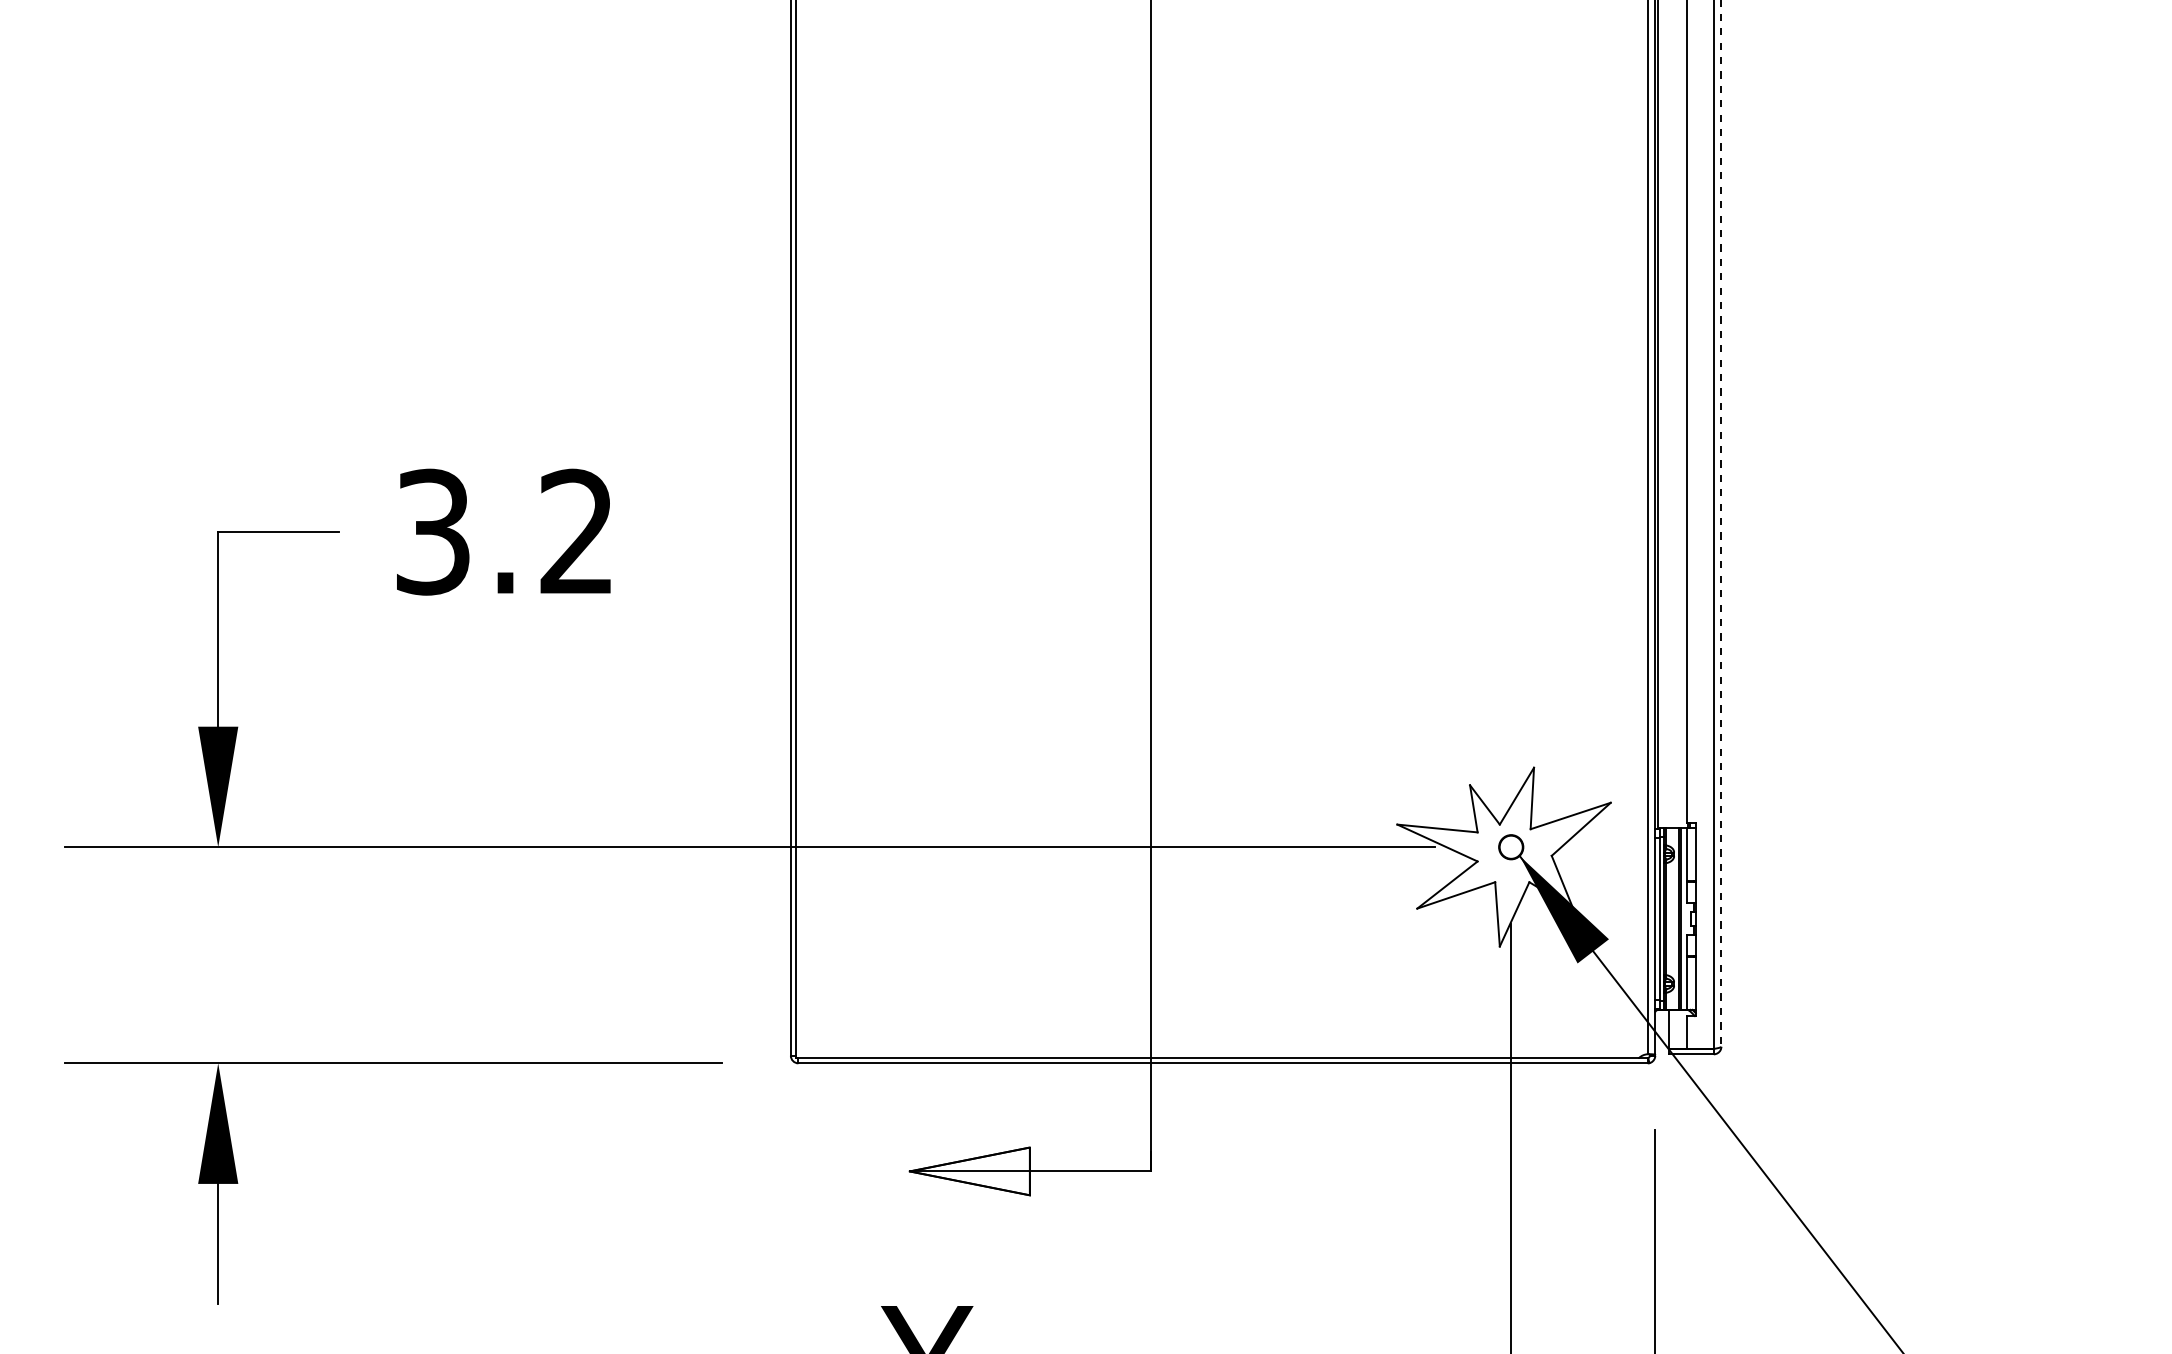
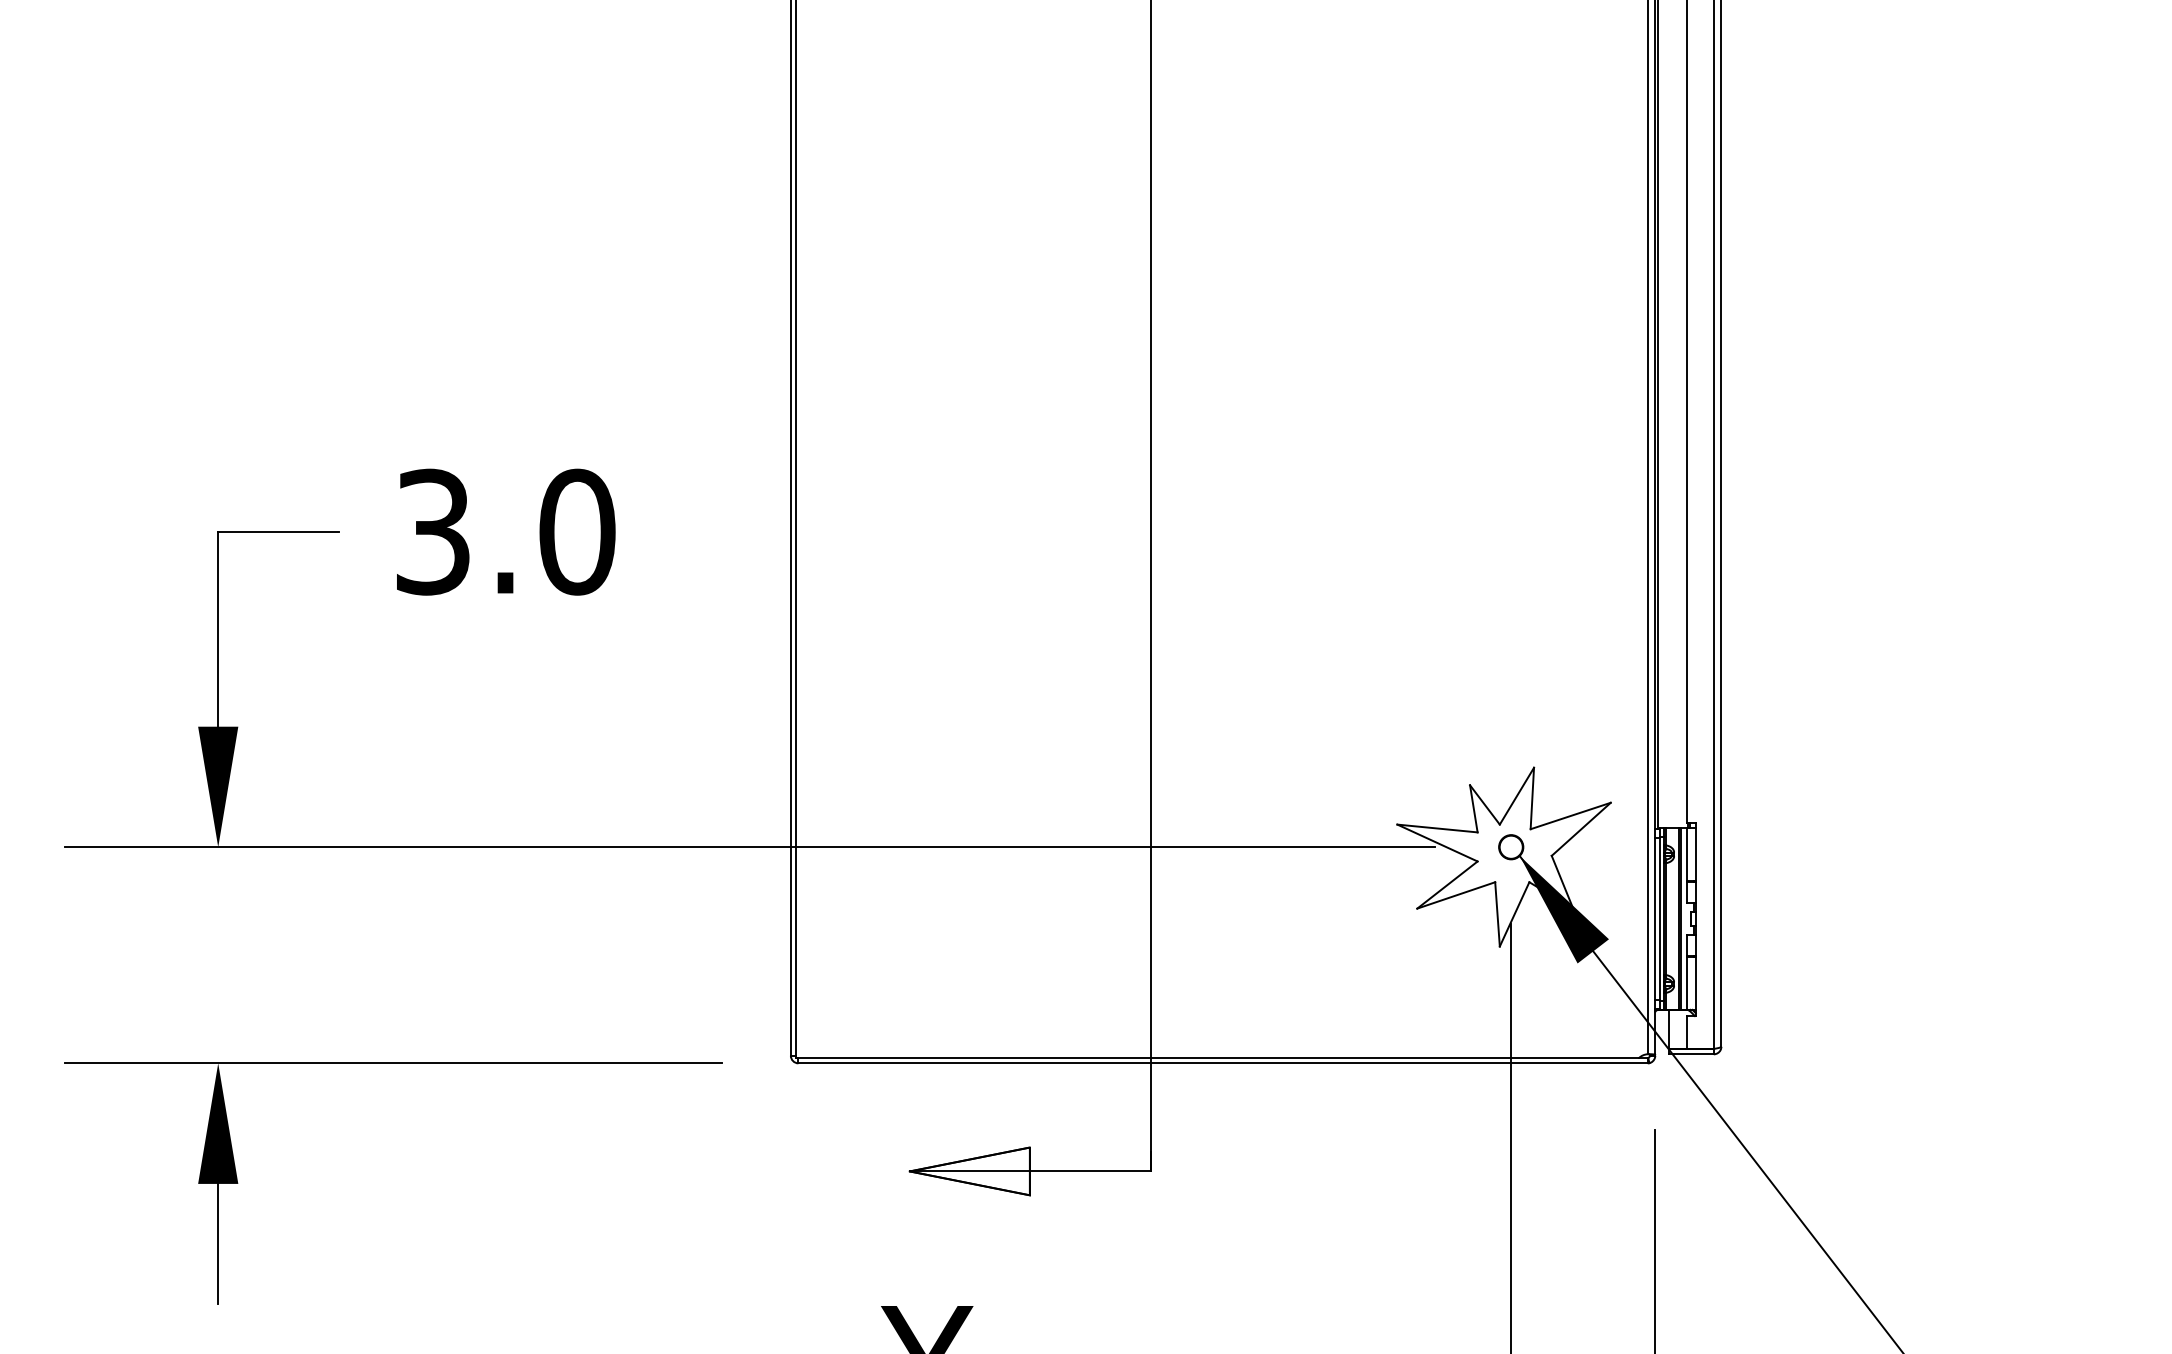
line at (1721, 523): dashed -> solid
text at (577, 531): 3.2 -> 3.0
